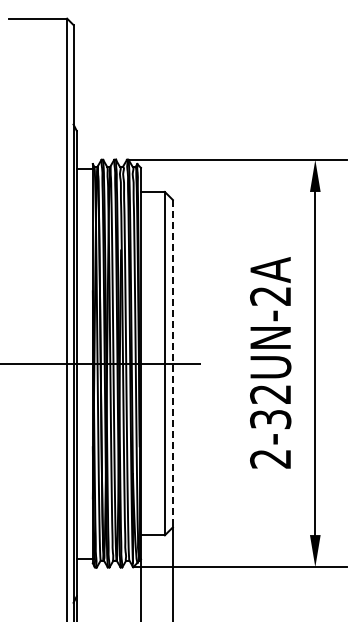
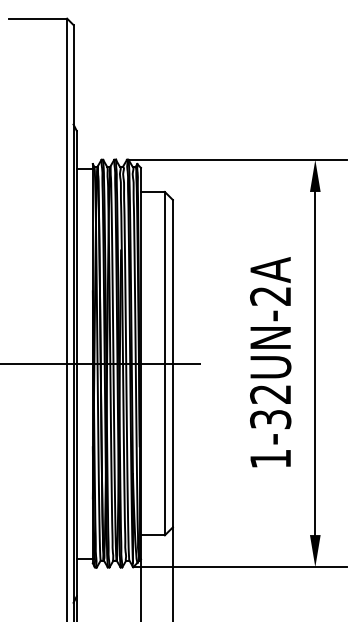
line at (172, 363): dashed -> solid
text at (270, 459): 2-32UN-2A -> 1-32UN-2A
